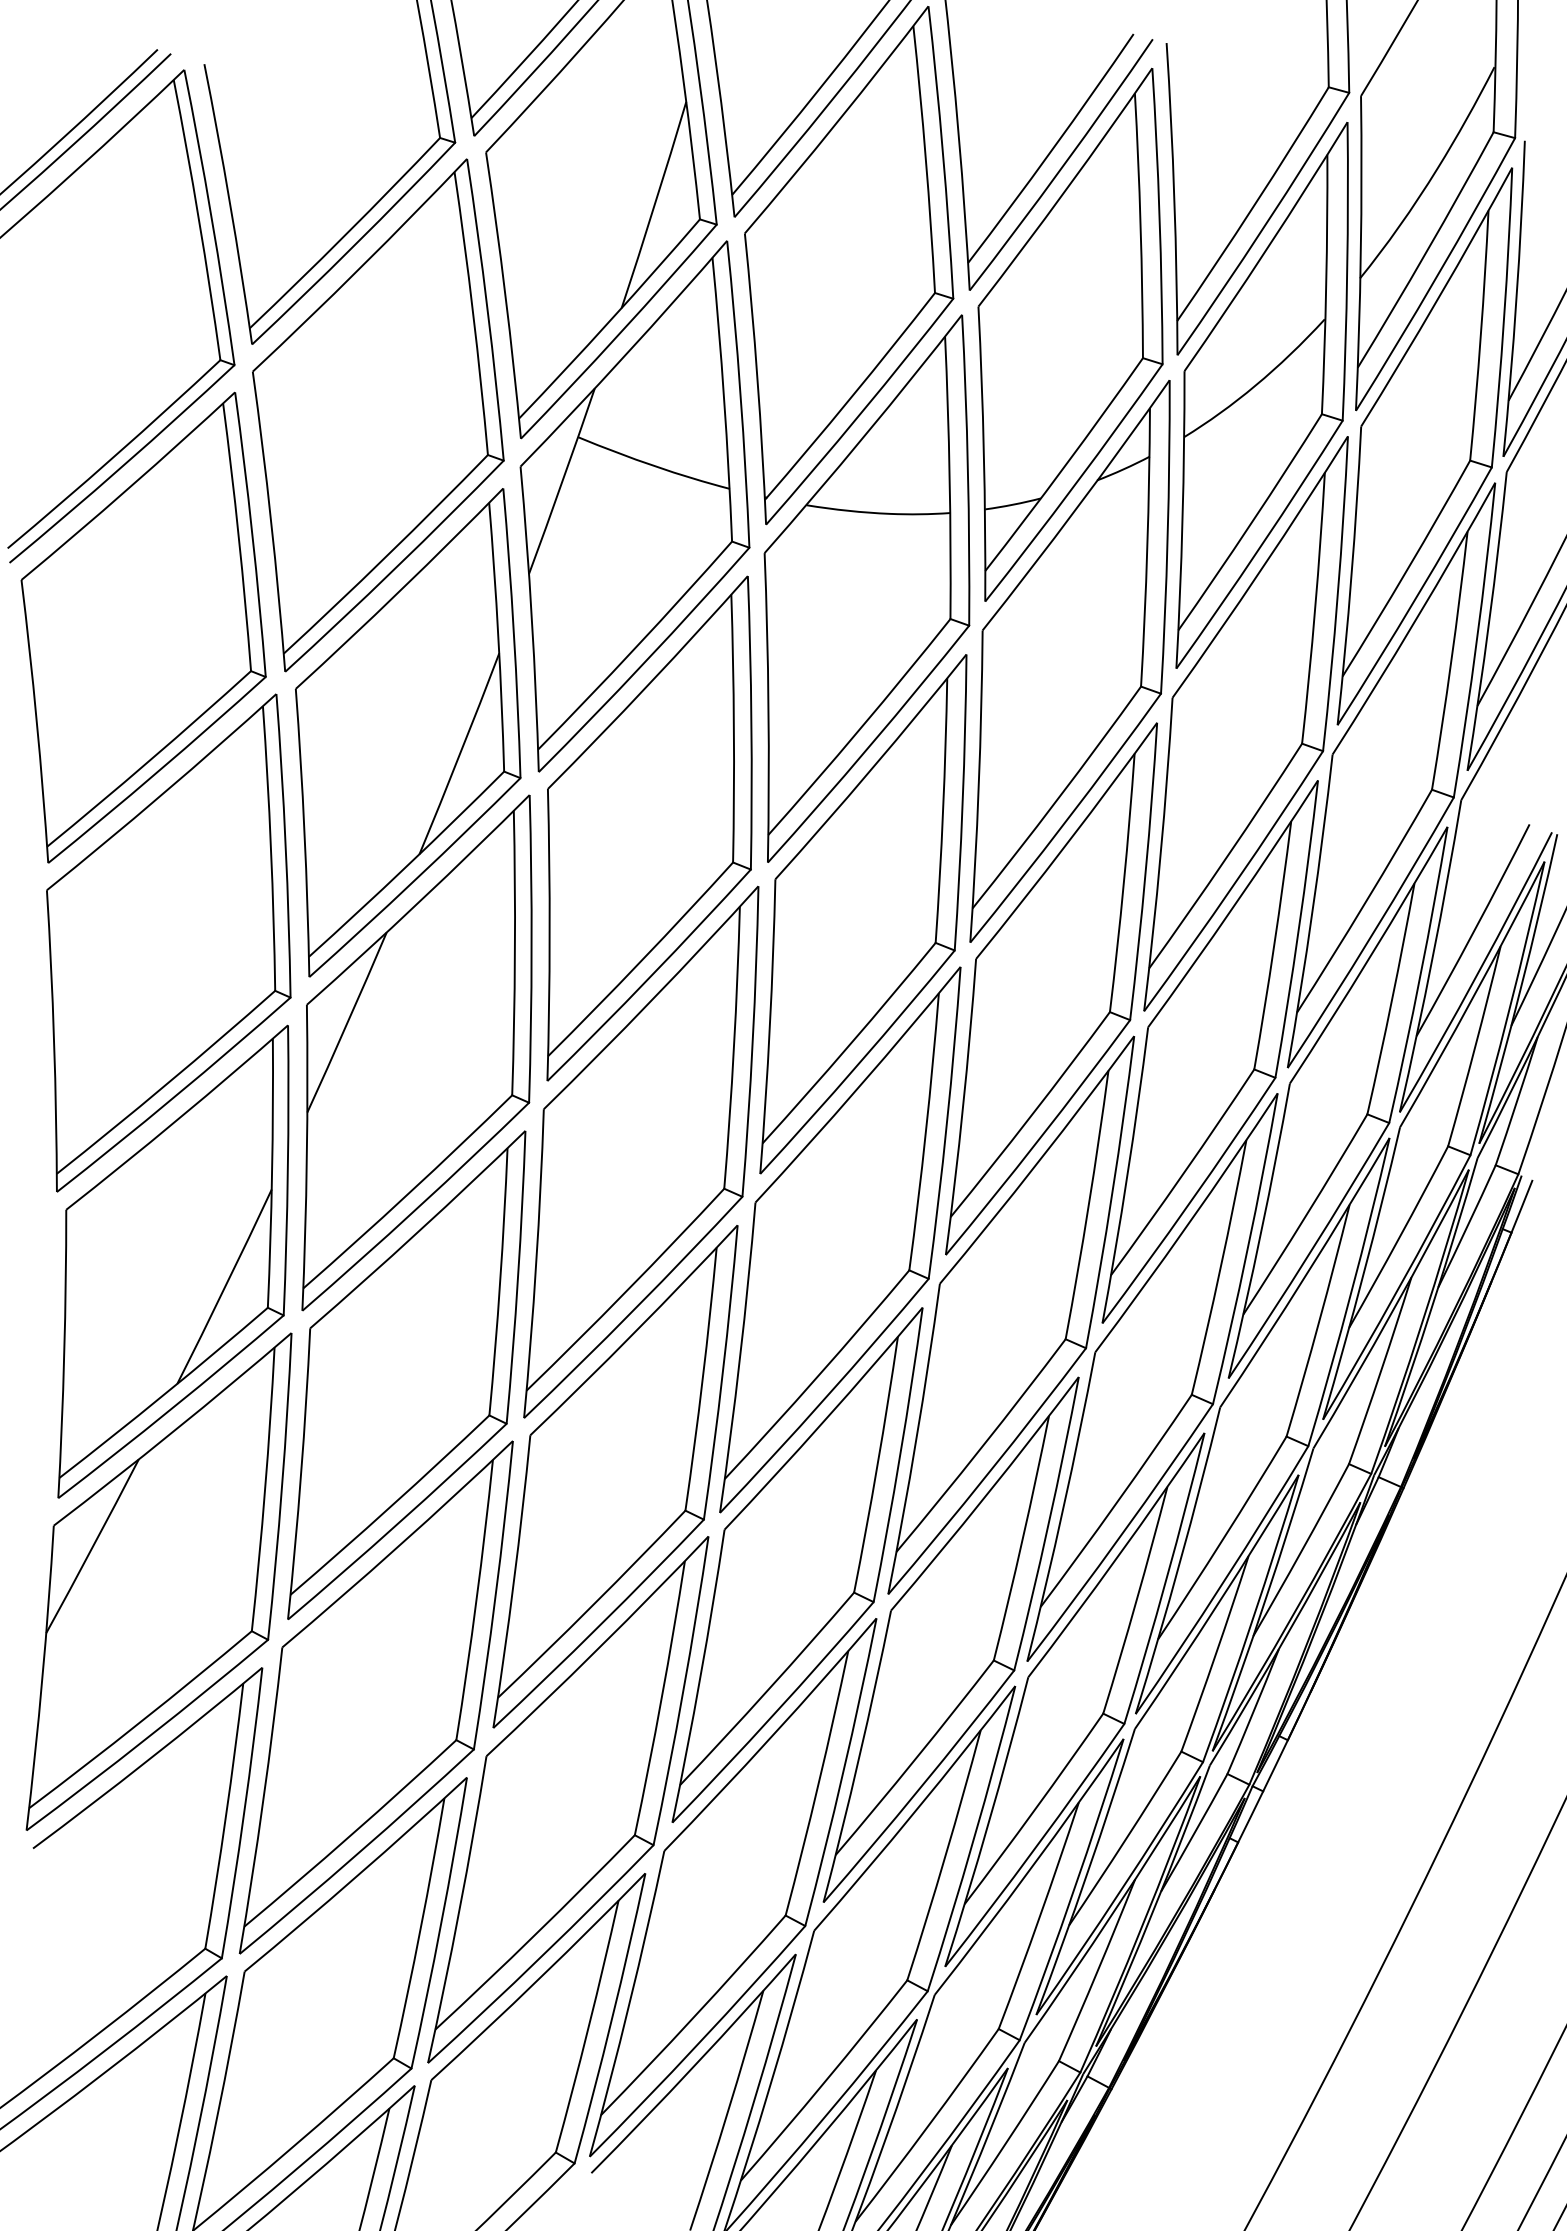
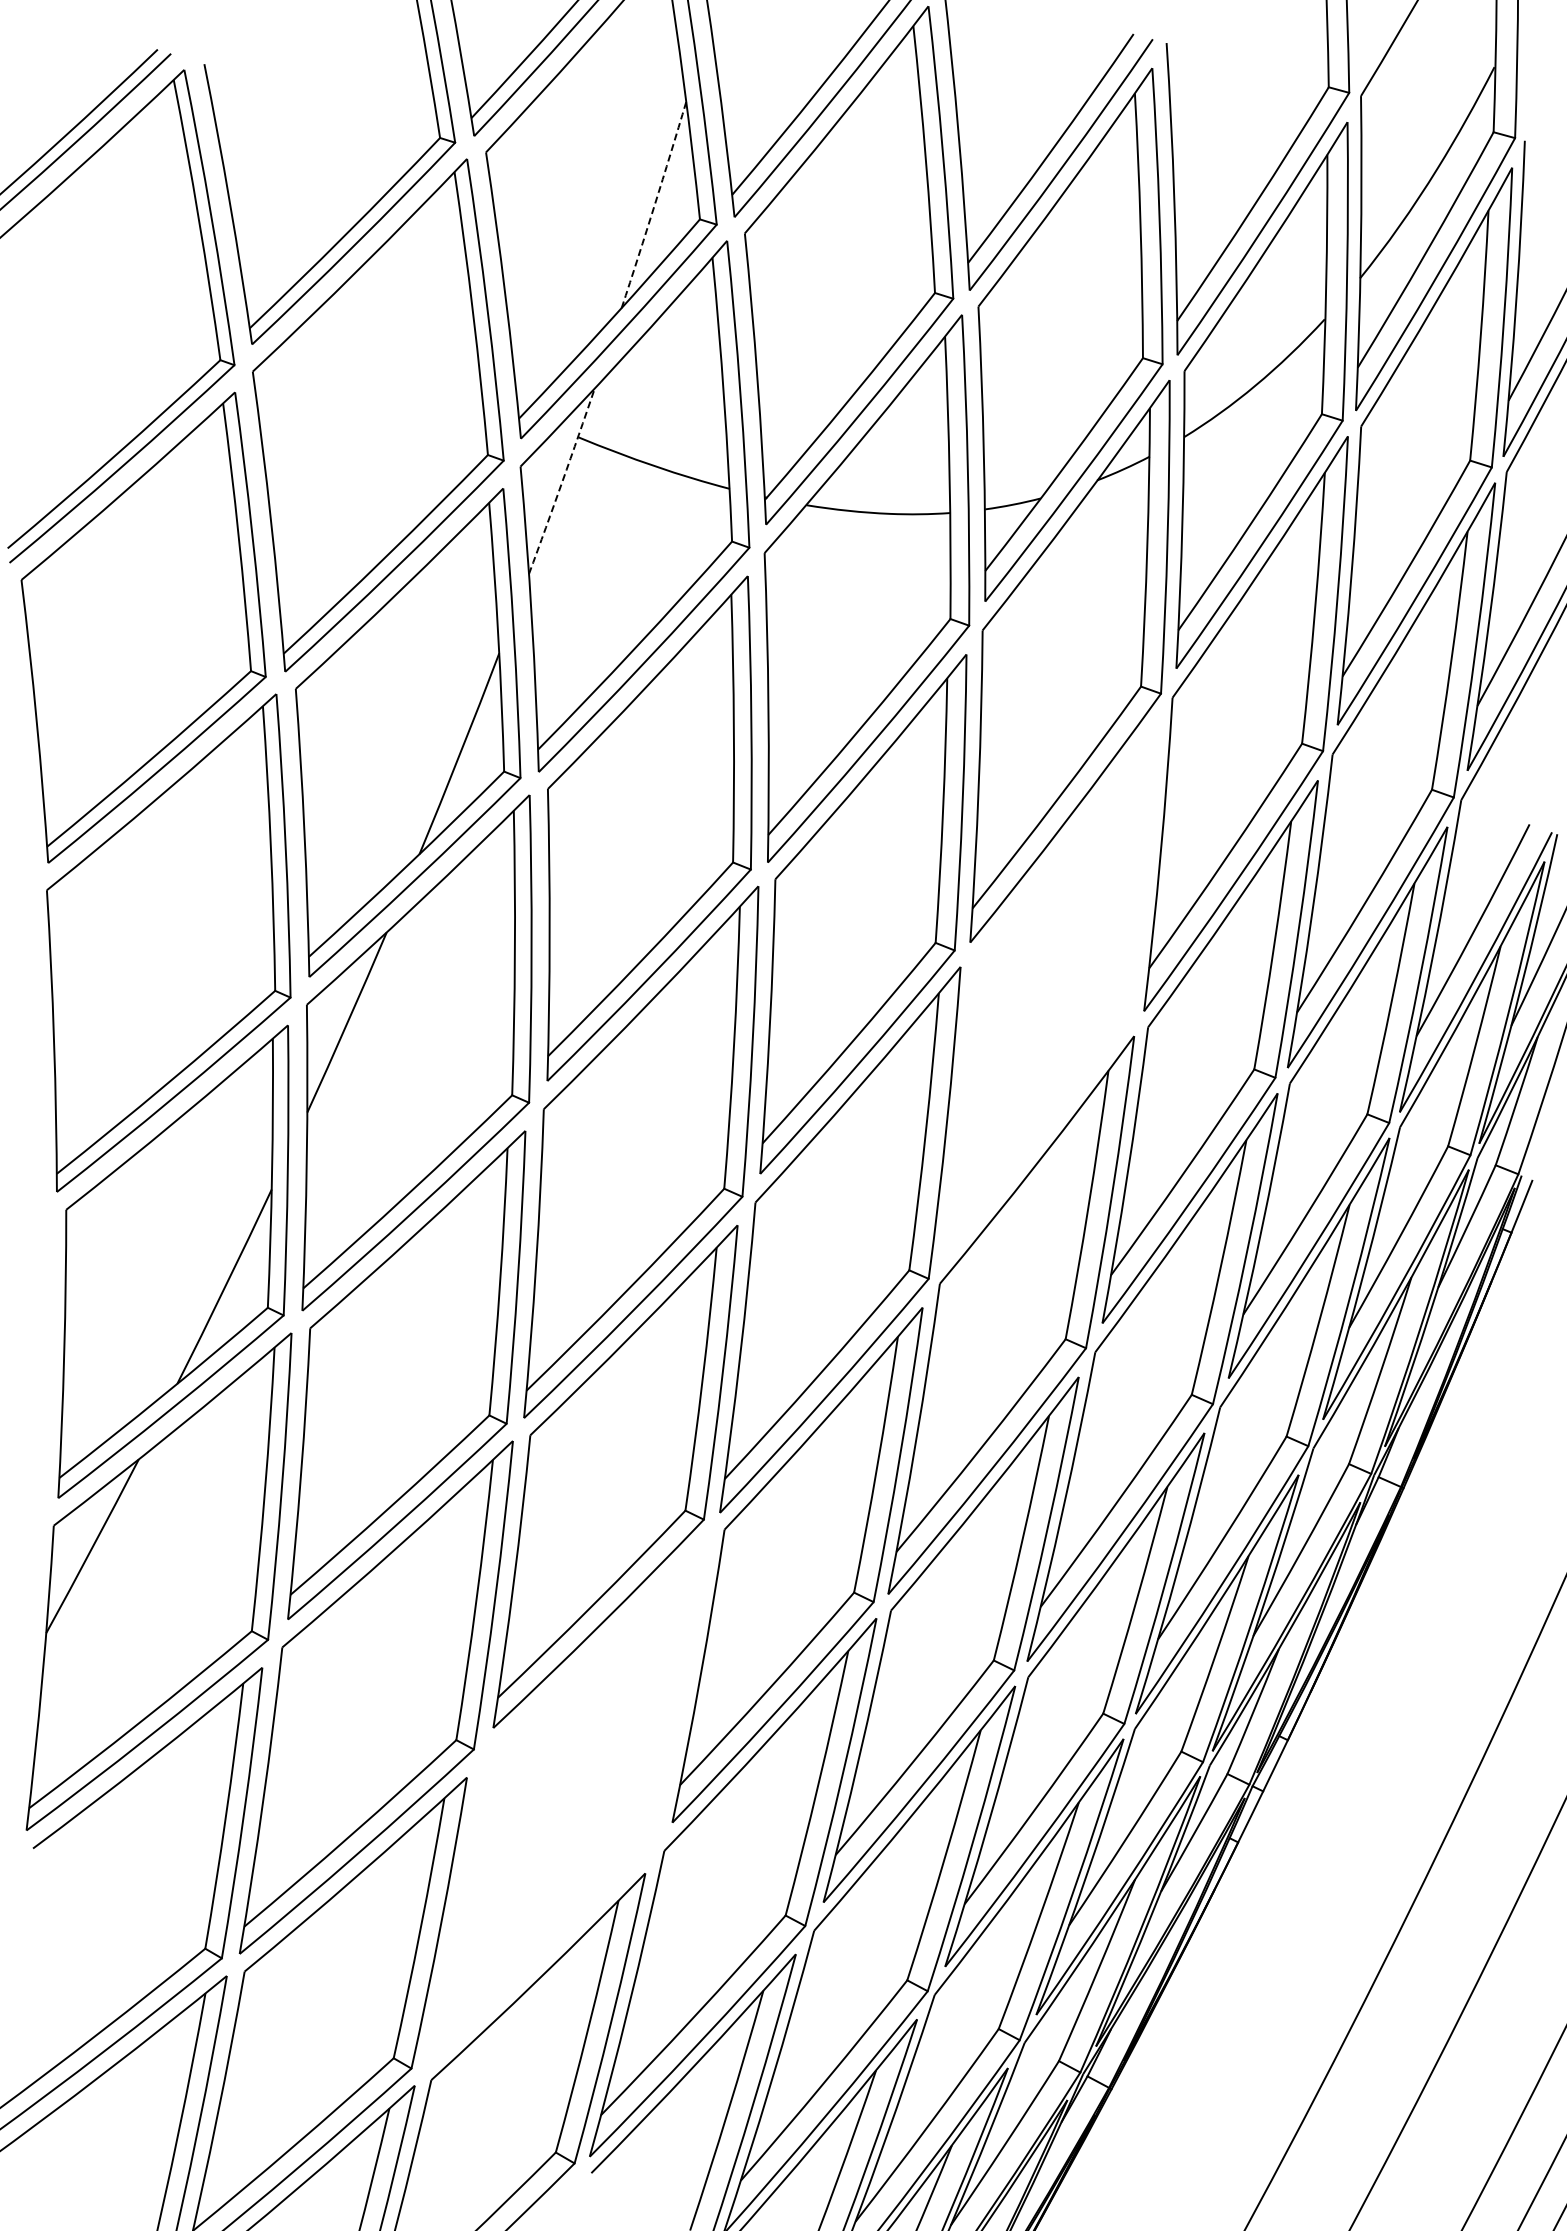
arc at (654, 205): solid -> dashed
arc at (562, 481): solid -> dashed
part at (1051, 988): present -> none
part at (568, 1799): present -> none
